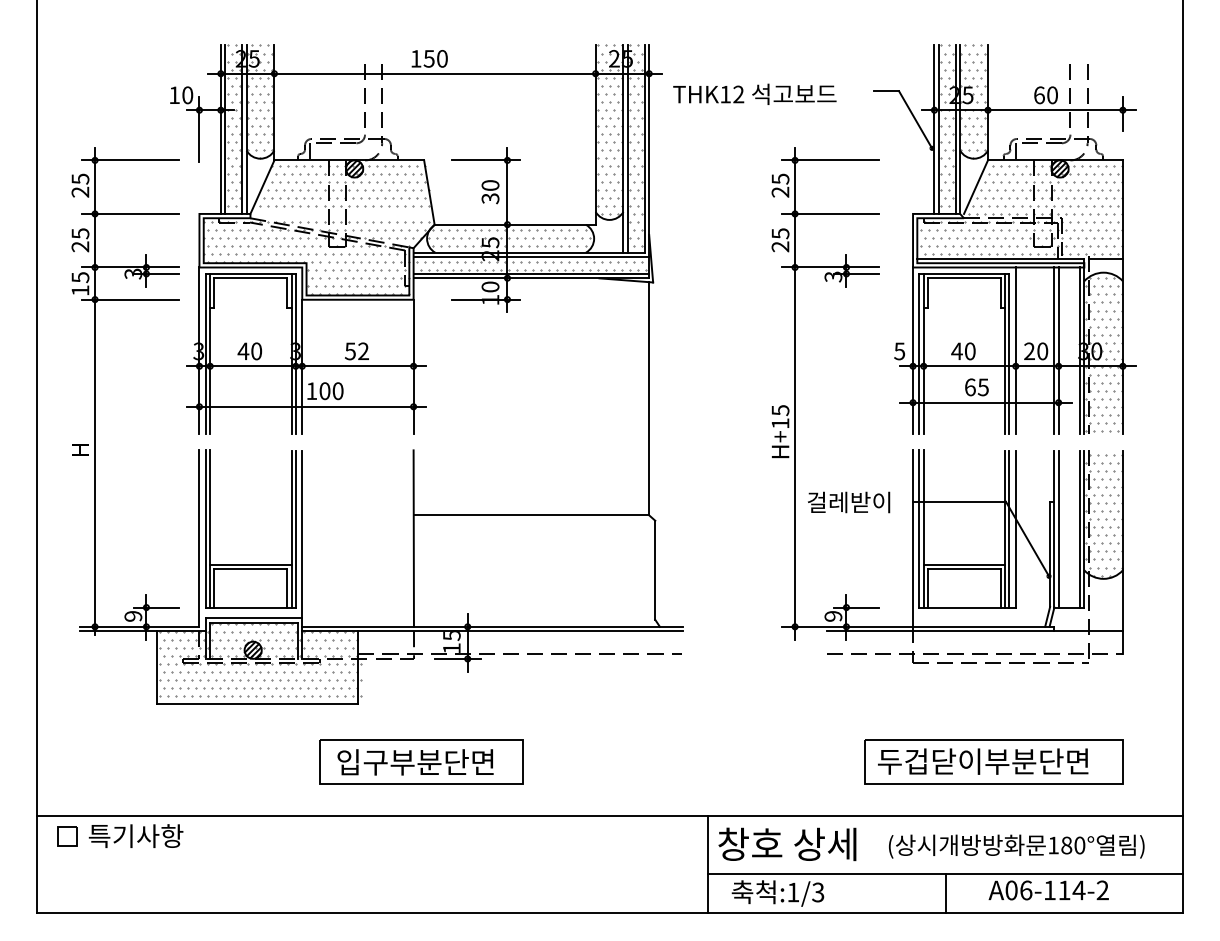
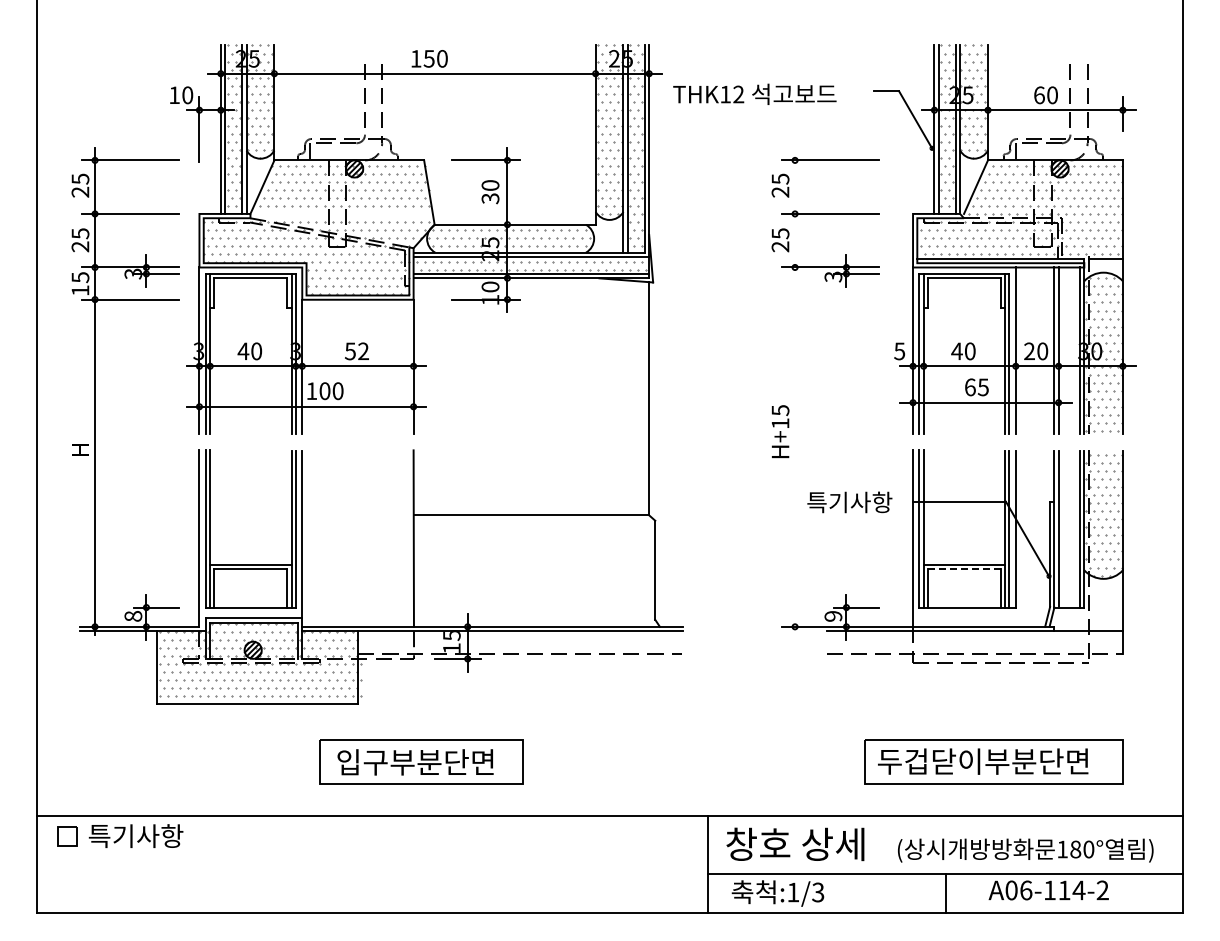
line at (795, 393): present -> none
text at (849, 502): 걸레받이 -> 특기사항
line at (964, 569): solid -> dashed
text at (133, 616): 9 -> 8
text at (787, 844) position: (787, 844) -> (795, 844)
text at (1016, 846) position: (1016, 846) -> (1025, 850)
